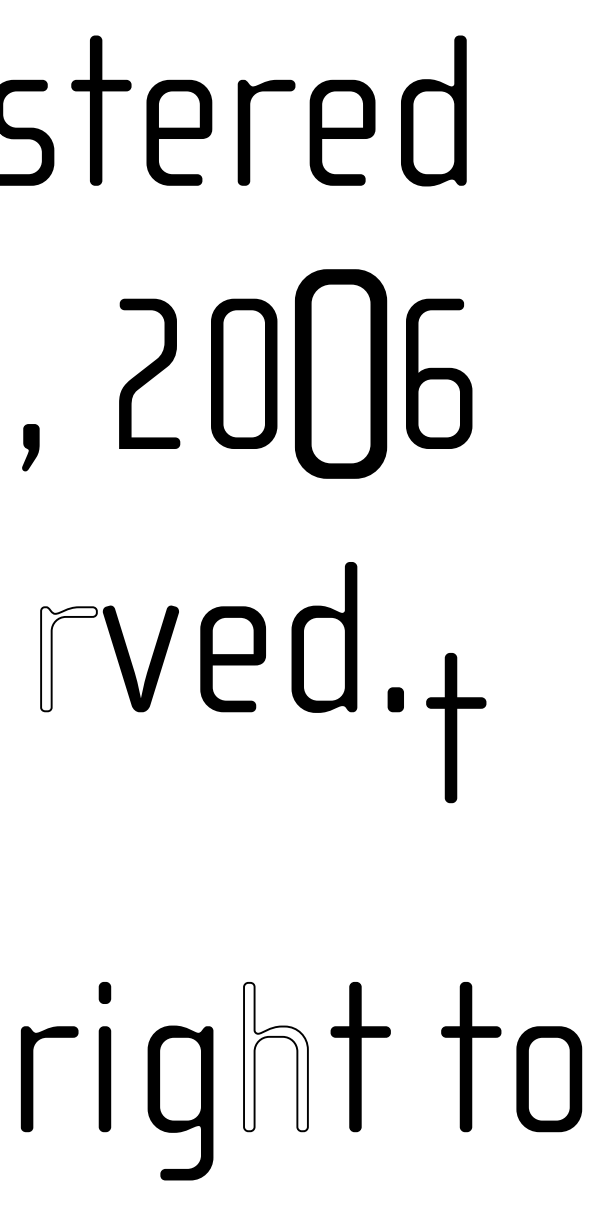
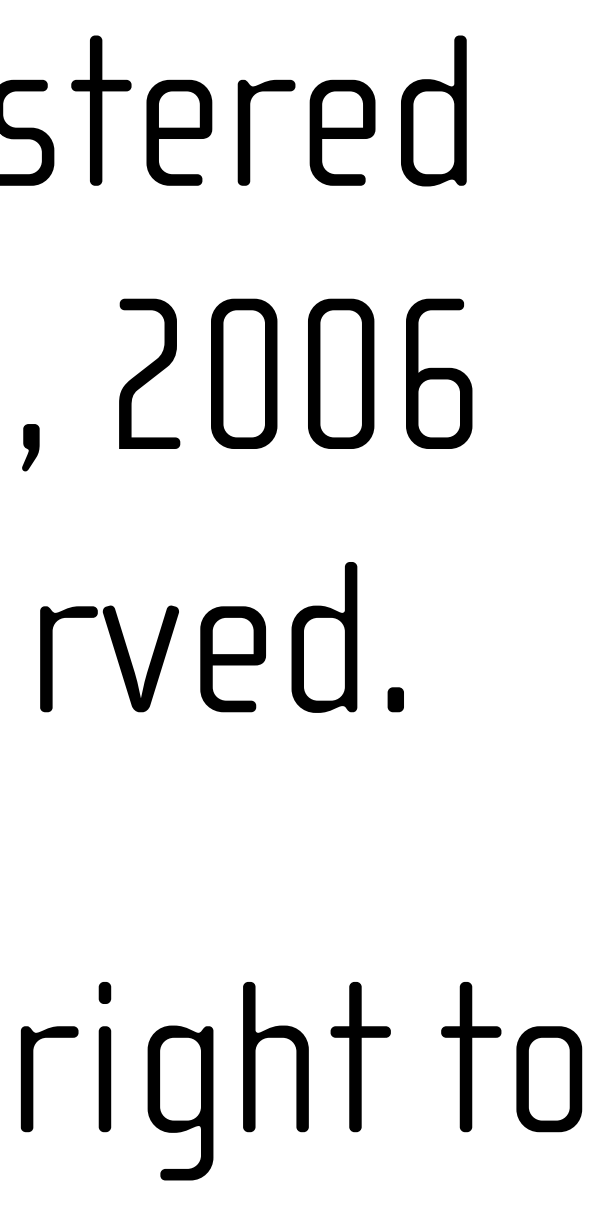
part at (341, 373) size: 93x210 px -> 67x151 px
fill at (68, 659): none -> present
part at (456, 728): present -> none
fill at (275, 1056): none -> present
